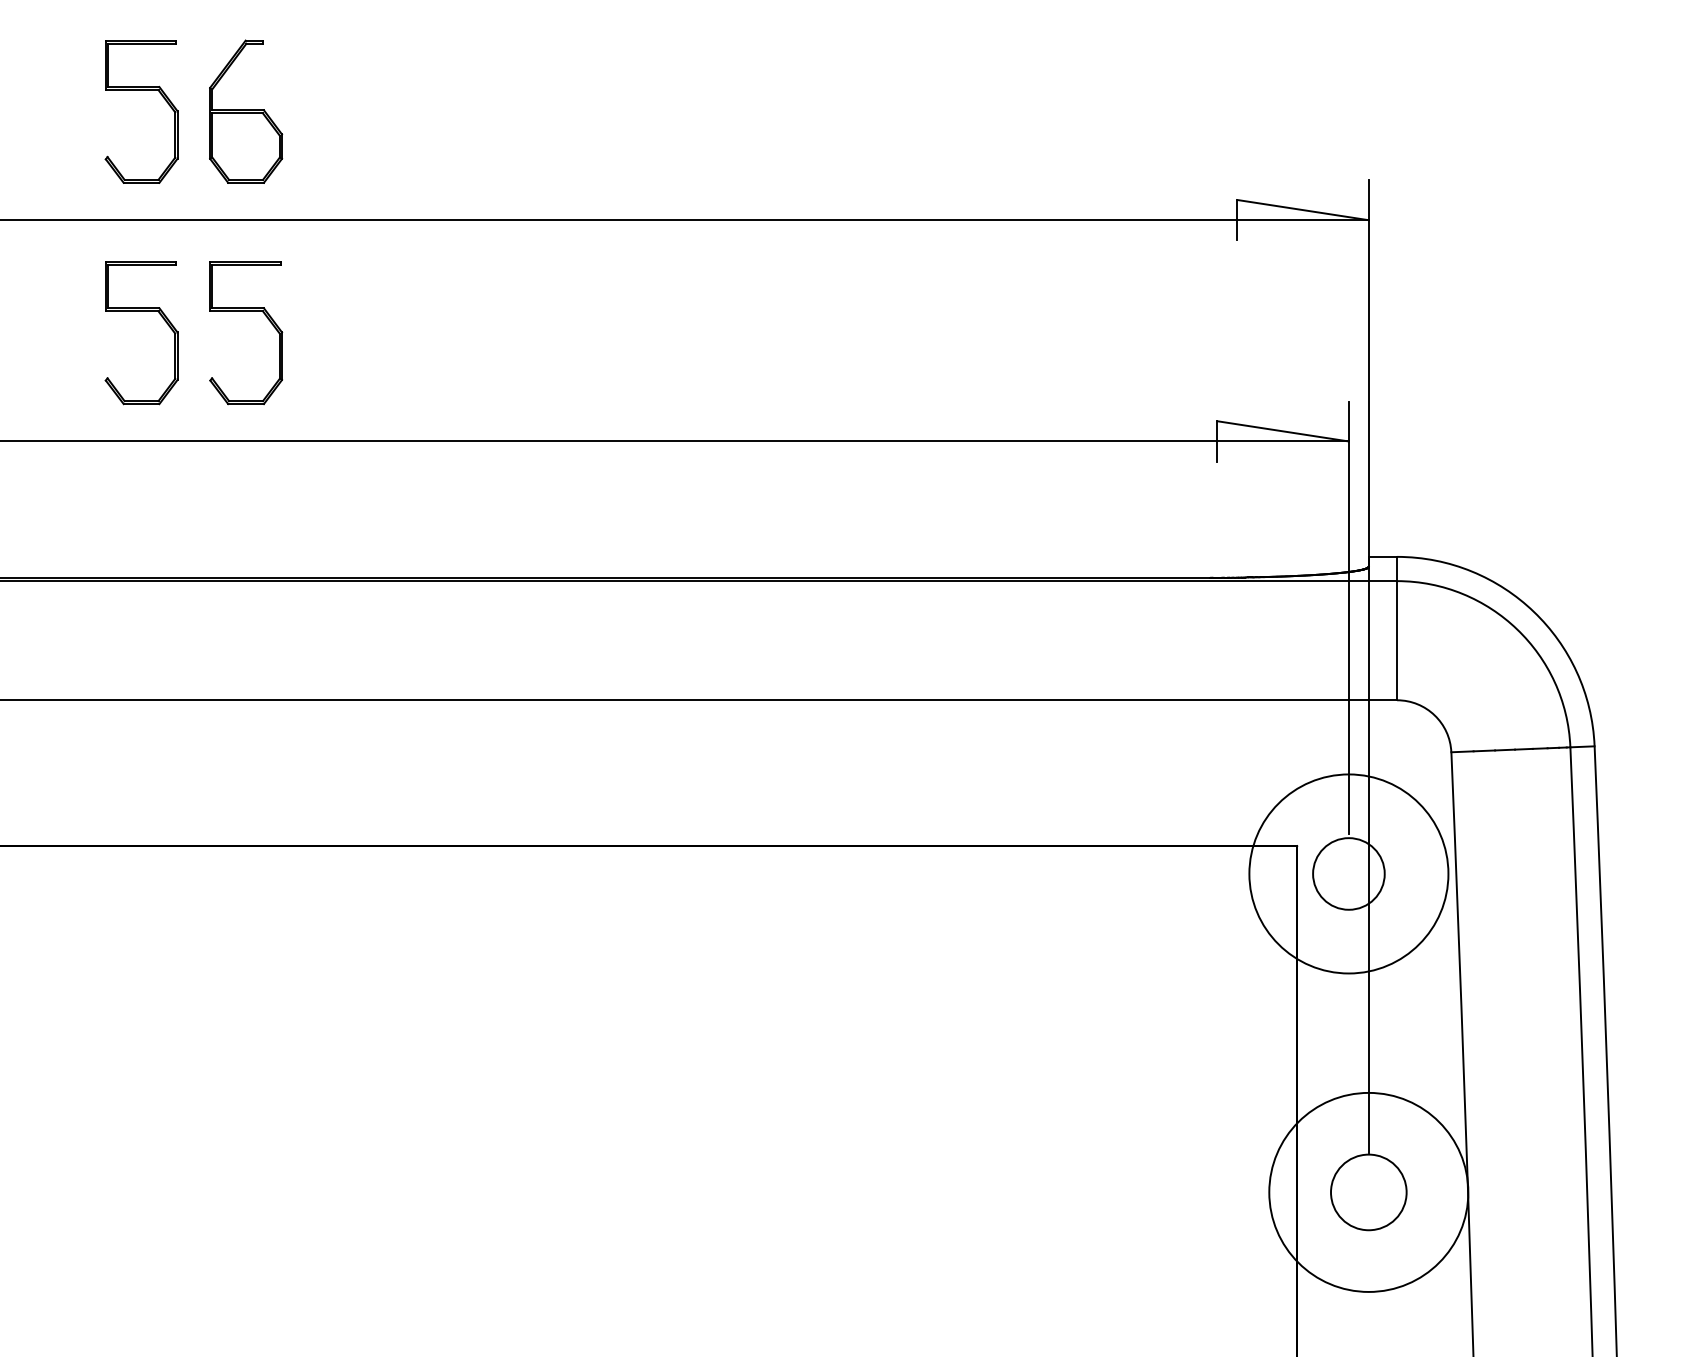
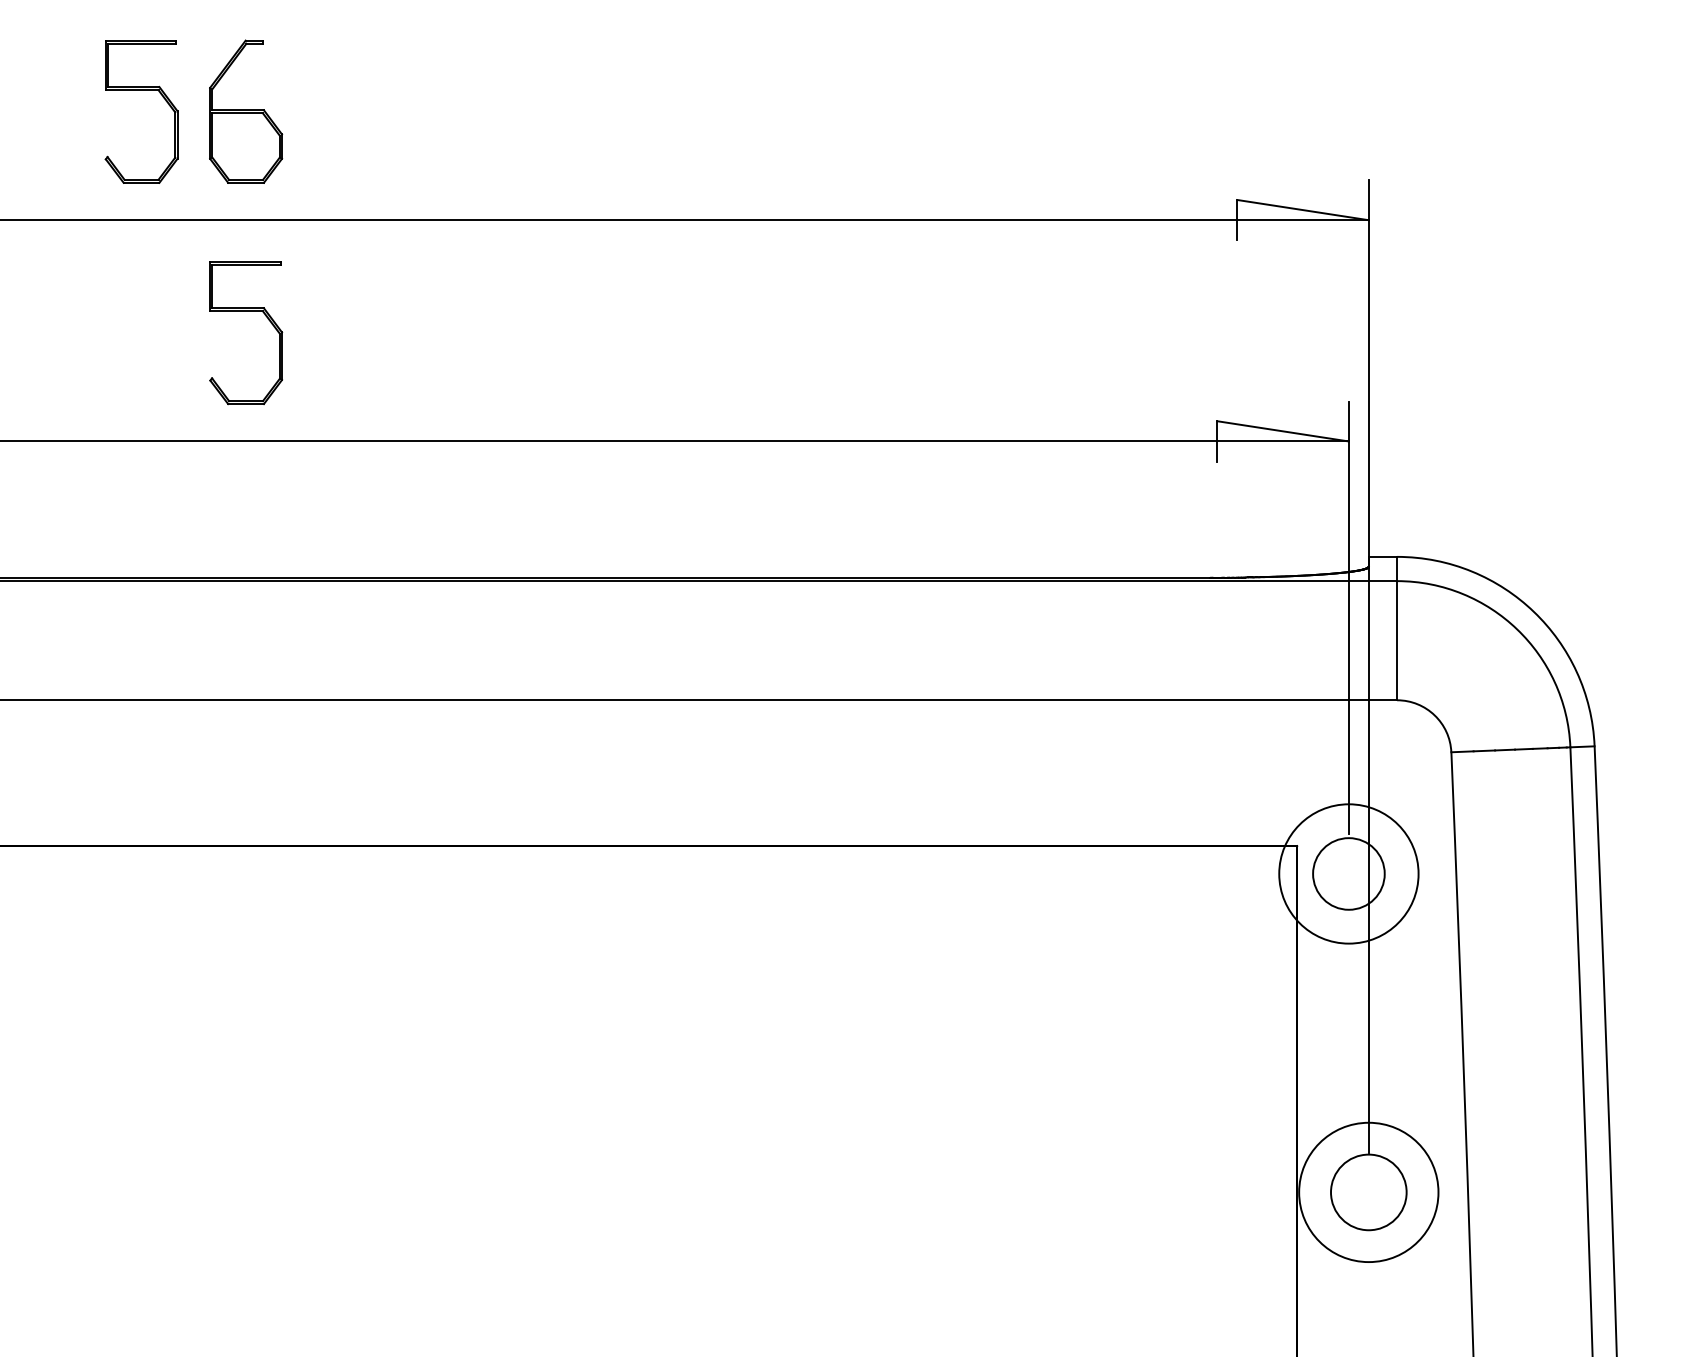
part at (141, 311): present -> none
circle at (1348, 873) diameter: 199 px -> 139 px
circle at (1368, 1191) diameter: 199 px -> 139 px
